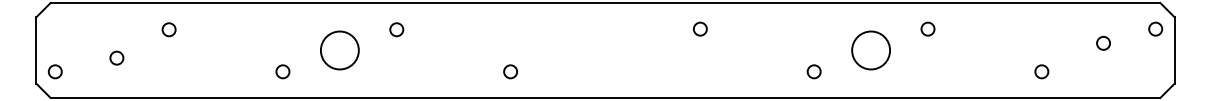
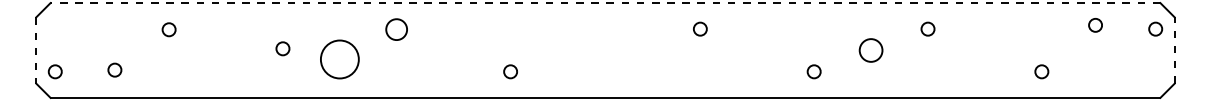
line at (605, 3): solid -> dashed
circle at (396, 29) size: 16x16 px -> 23x23 px
circle at (1103, 43) position: (1103, 43) -> (1095, 25)
line at (36, 50): solid -> dashed
circle at (339, 50) position: (339, 50) -> (339, 59)
circle at (871, 50) diameter: 38 px -> 23 px
line at (1174, 50): solid -> dashed
circle at (116, 57) position: (116, 57) -> (114, 69)
circle at (282, 71) position: (282, 71) -> (282, 48)
